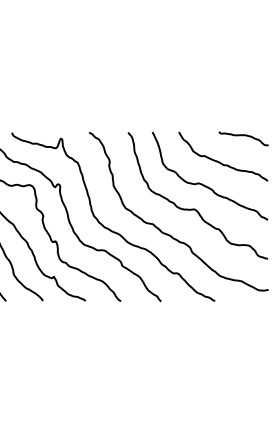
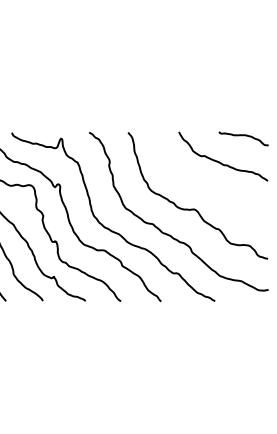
curve at (204, 184): present -> none
